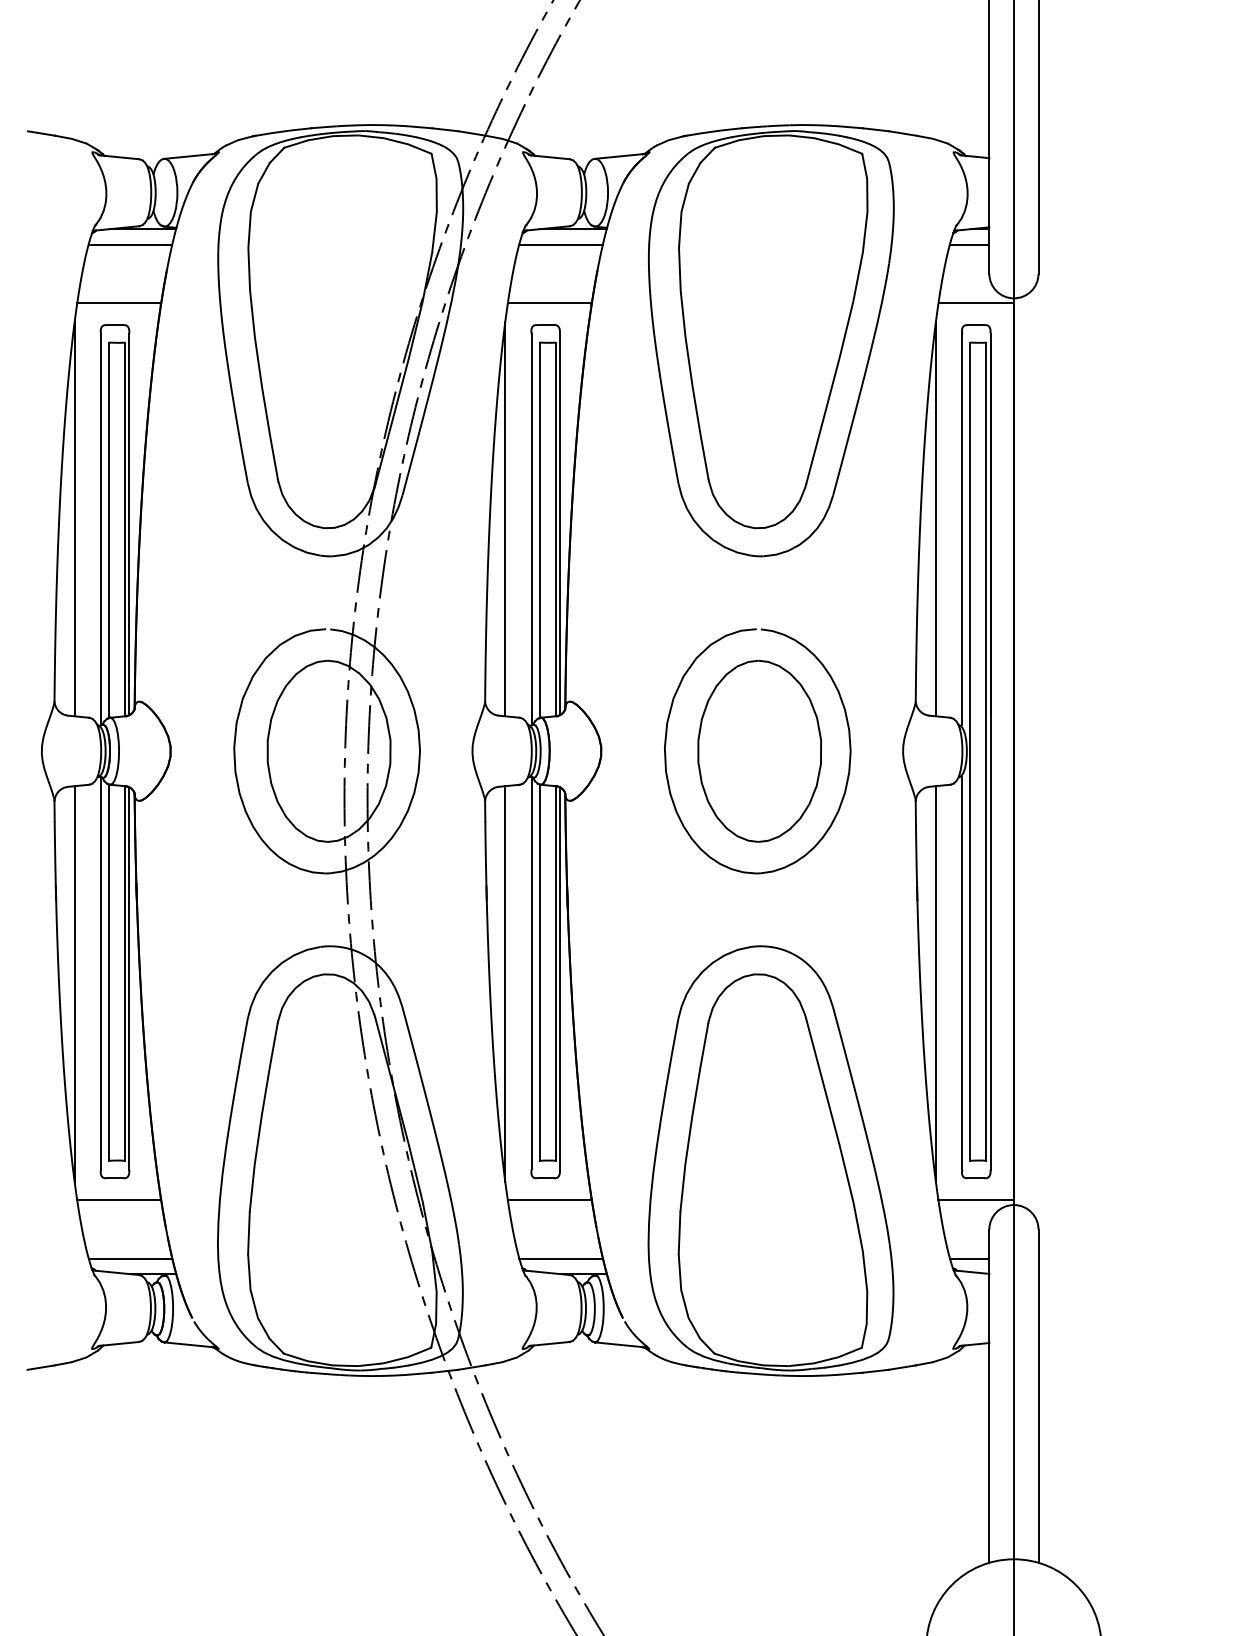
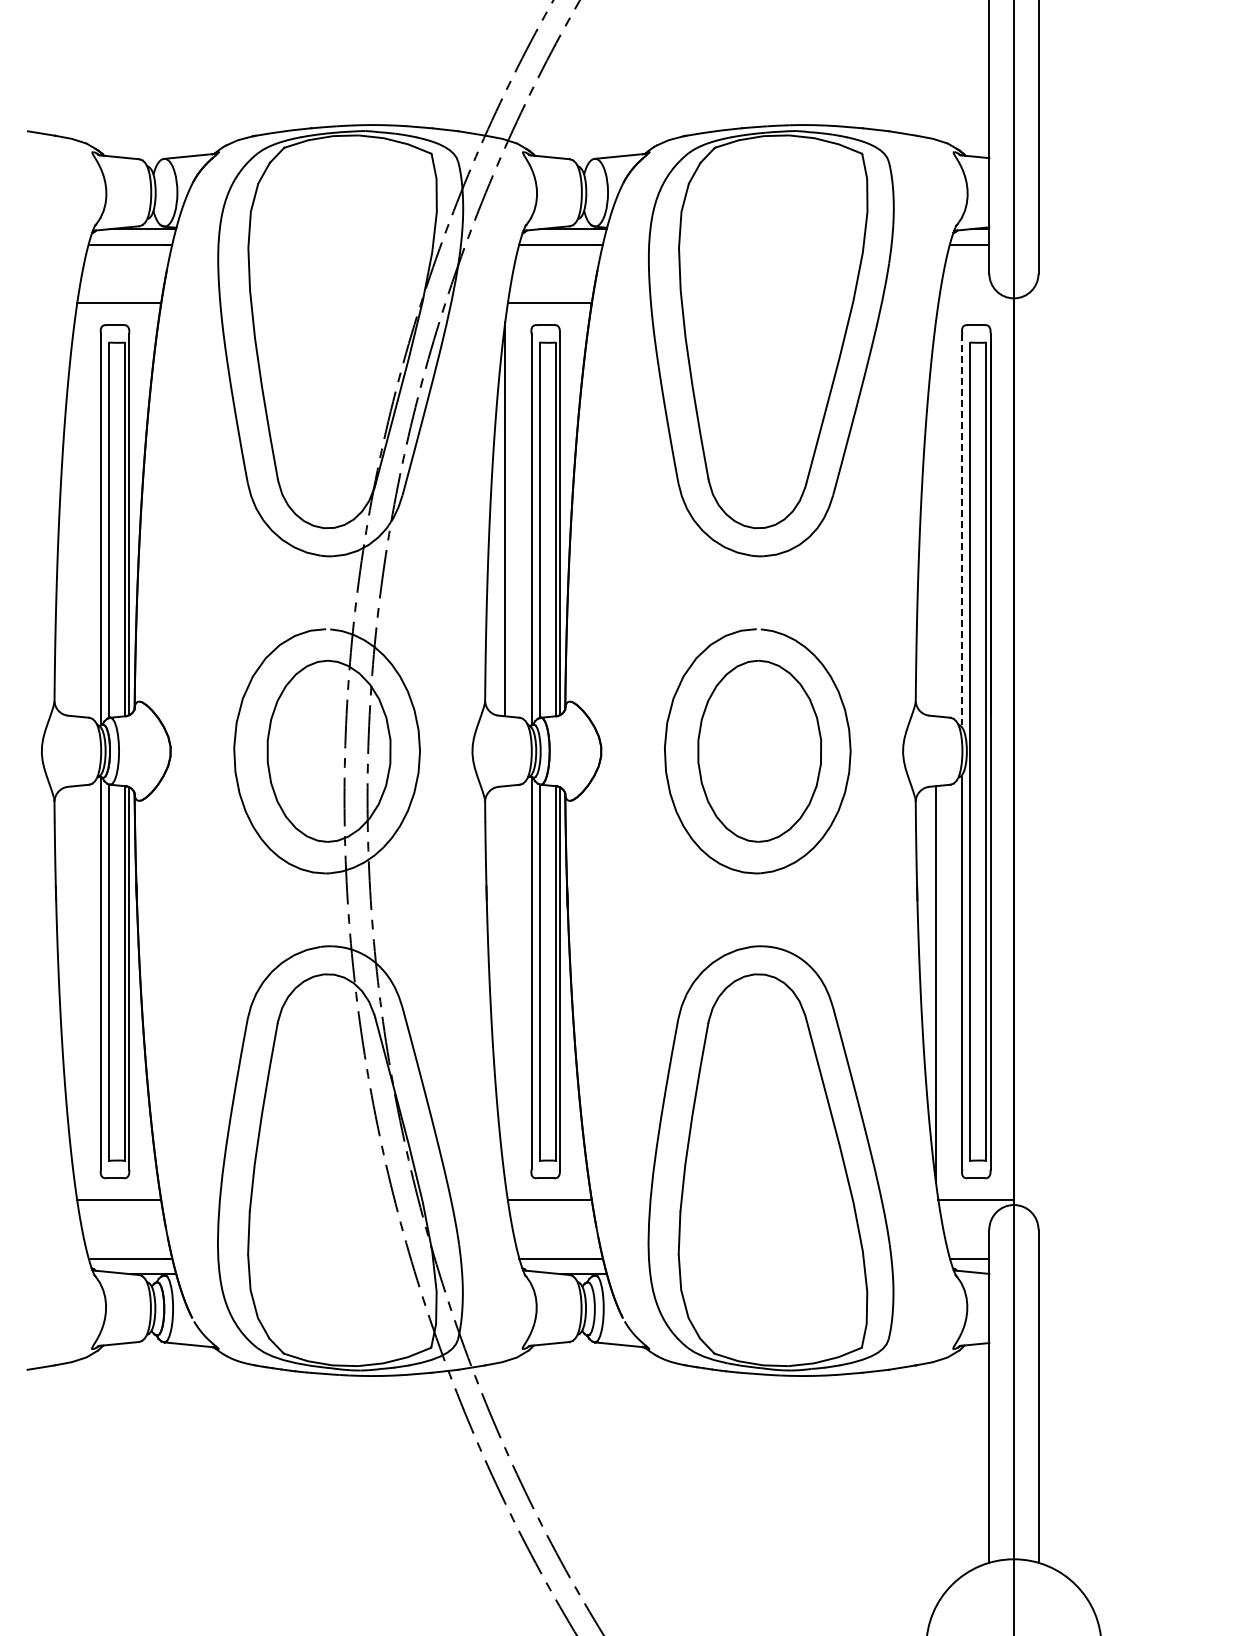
line at (975, 302): present -> none
line at (74, 518): present -> none
line at (935, 518): present -> none
line at (962, 529): solid -> dashed
line at (74, 984): present -> none
line at (505, 984): present -> none
